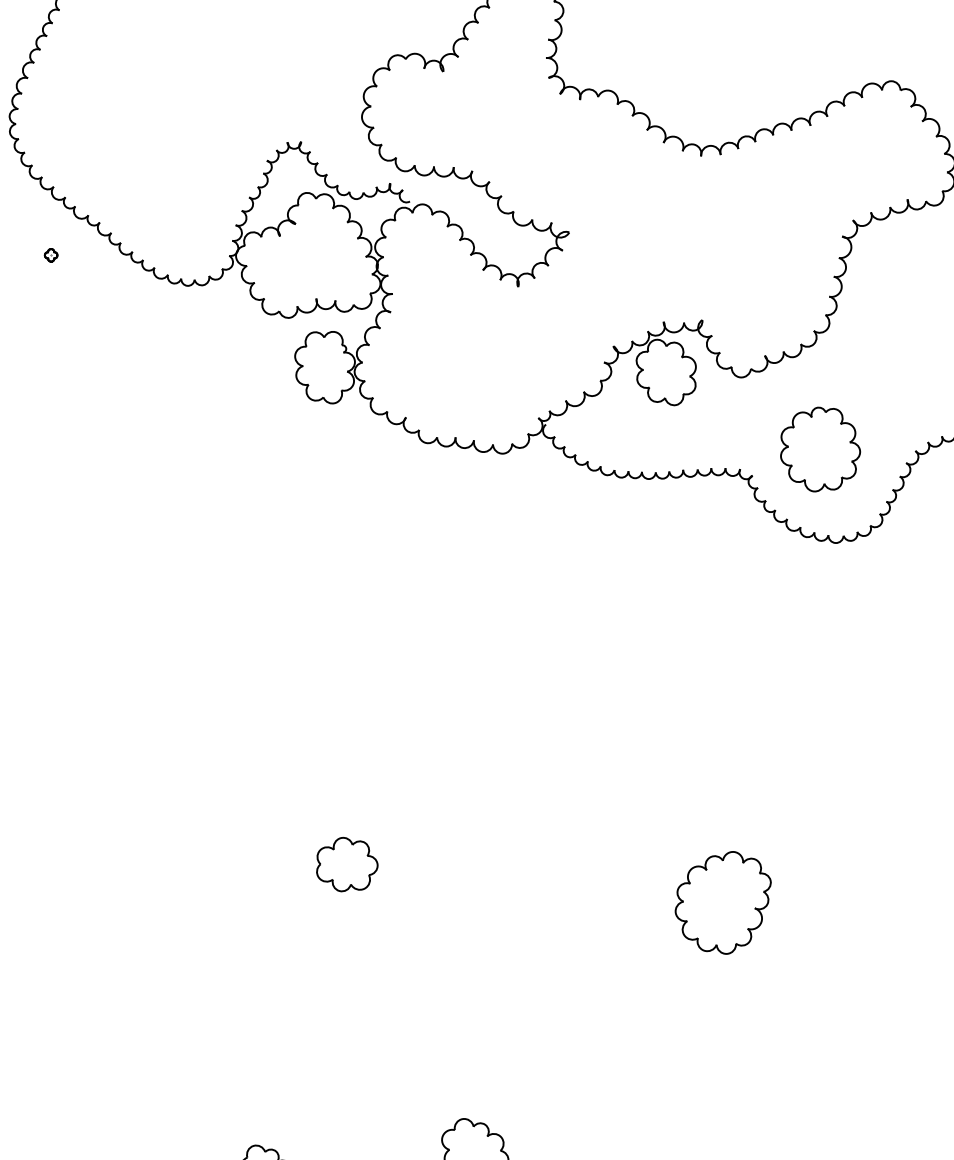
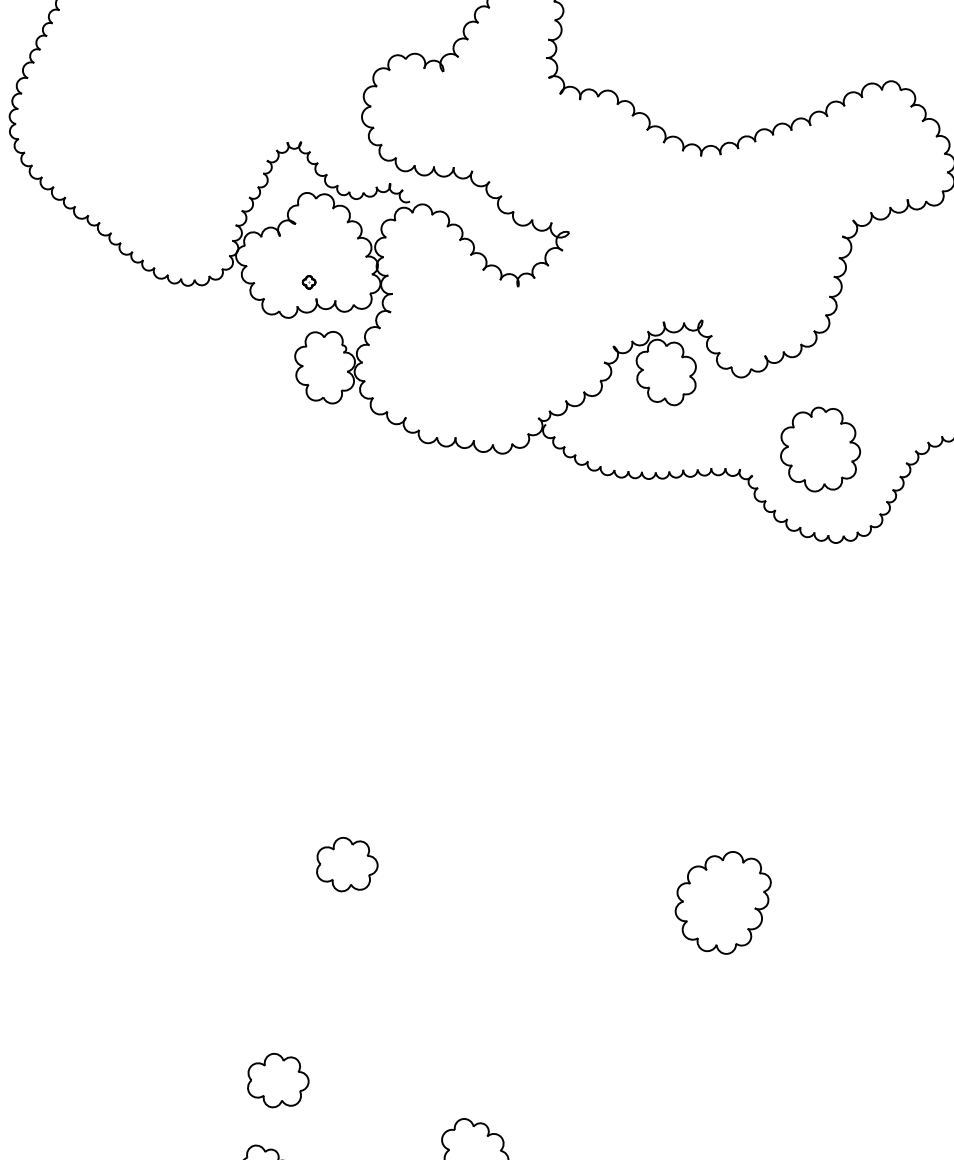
part at (50, 255) position: (50, 255) -> (308, 282)
part at (278, 1080): none -> present
